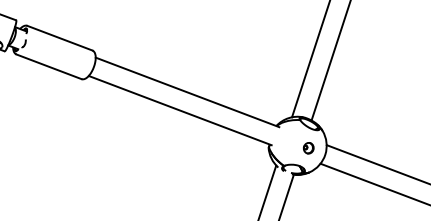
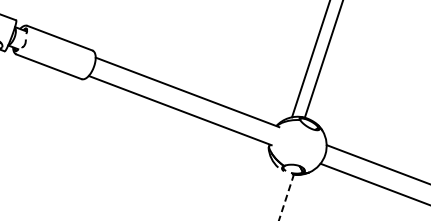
line at (330, 61) position: (330, 61) -> (323, 60)
part at (308, 148): present -> none
line at (267, 191): present -> none
line at (286, 197): solid -> dashed
